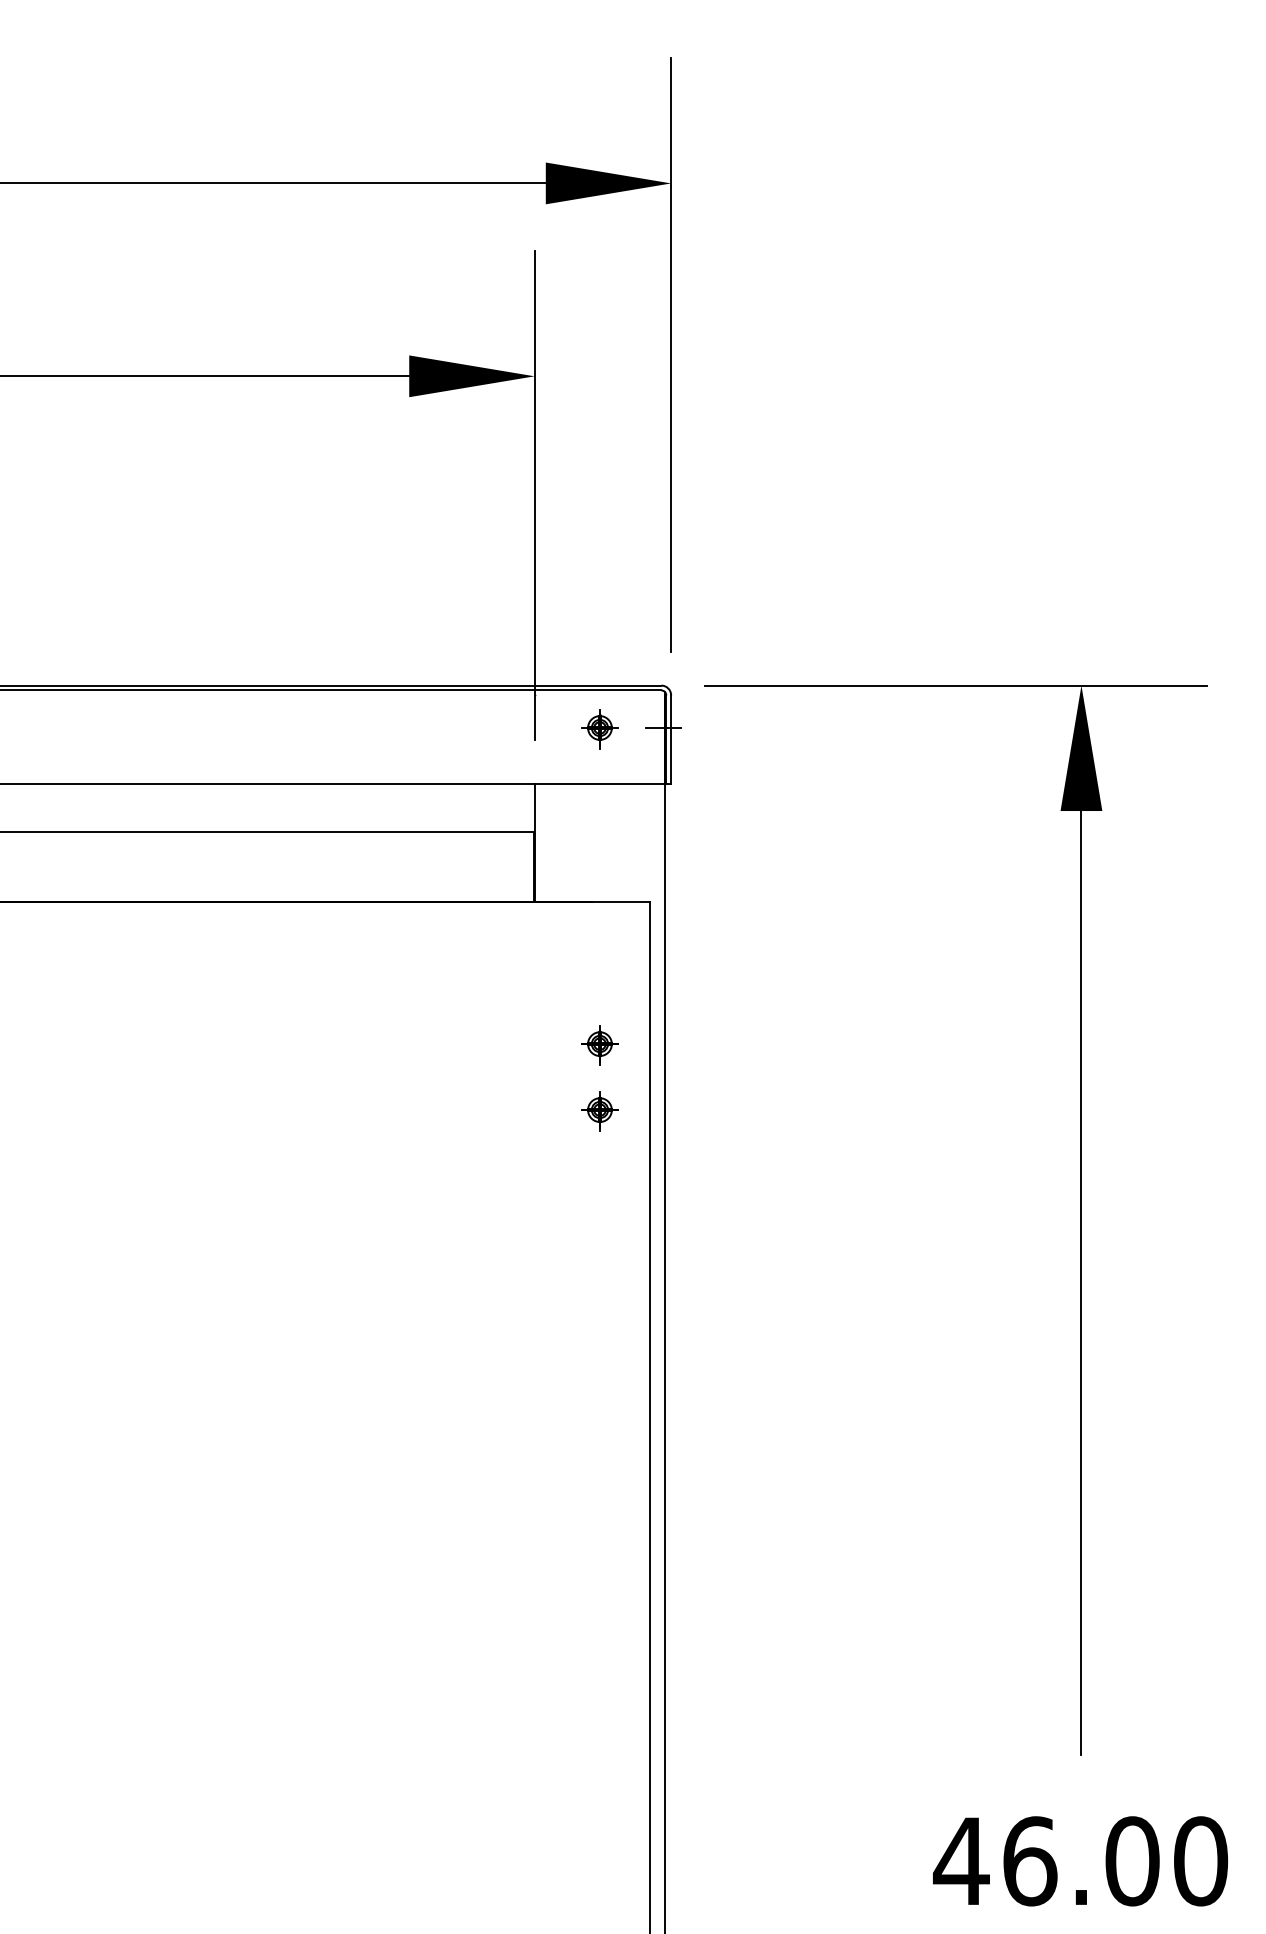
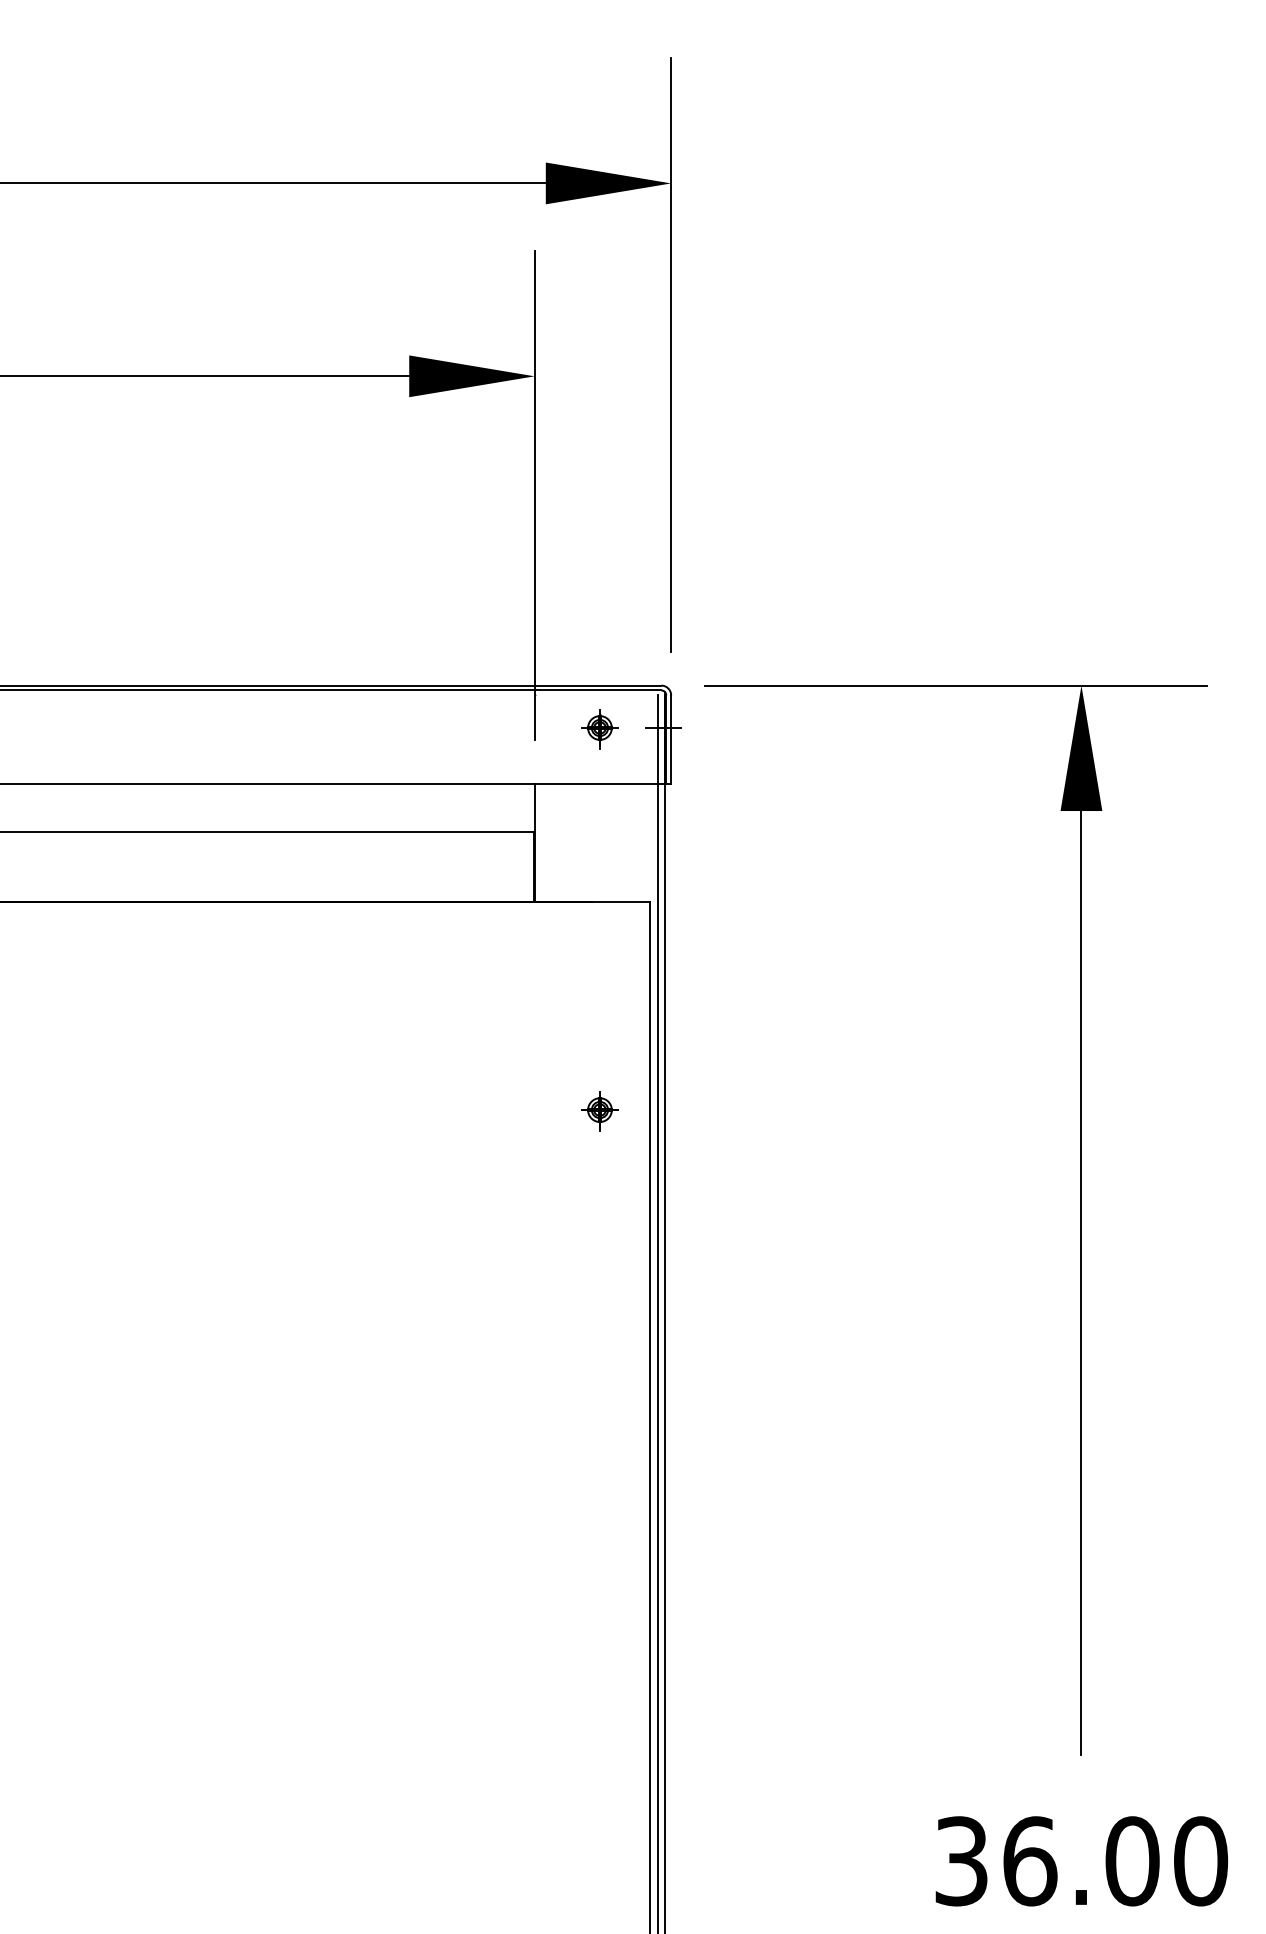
part at (599, 1045): present -> none
line at (658, 1312): none -> present
text at (961, 1861): 46.00 -> 36.00
